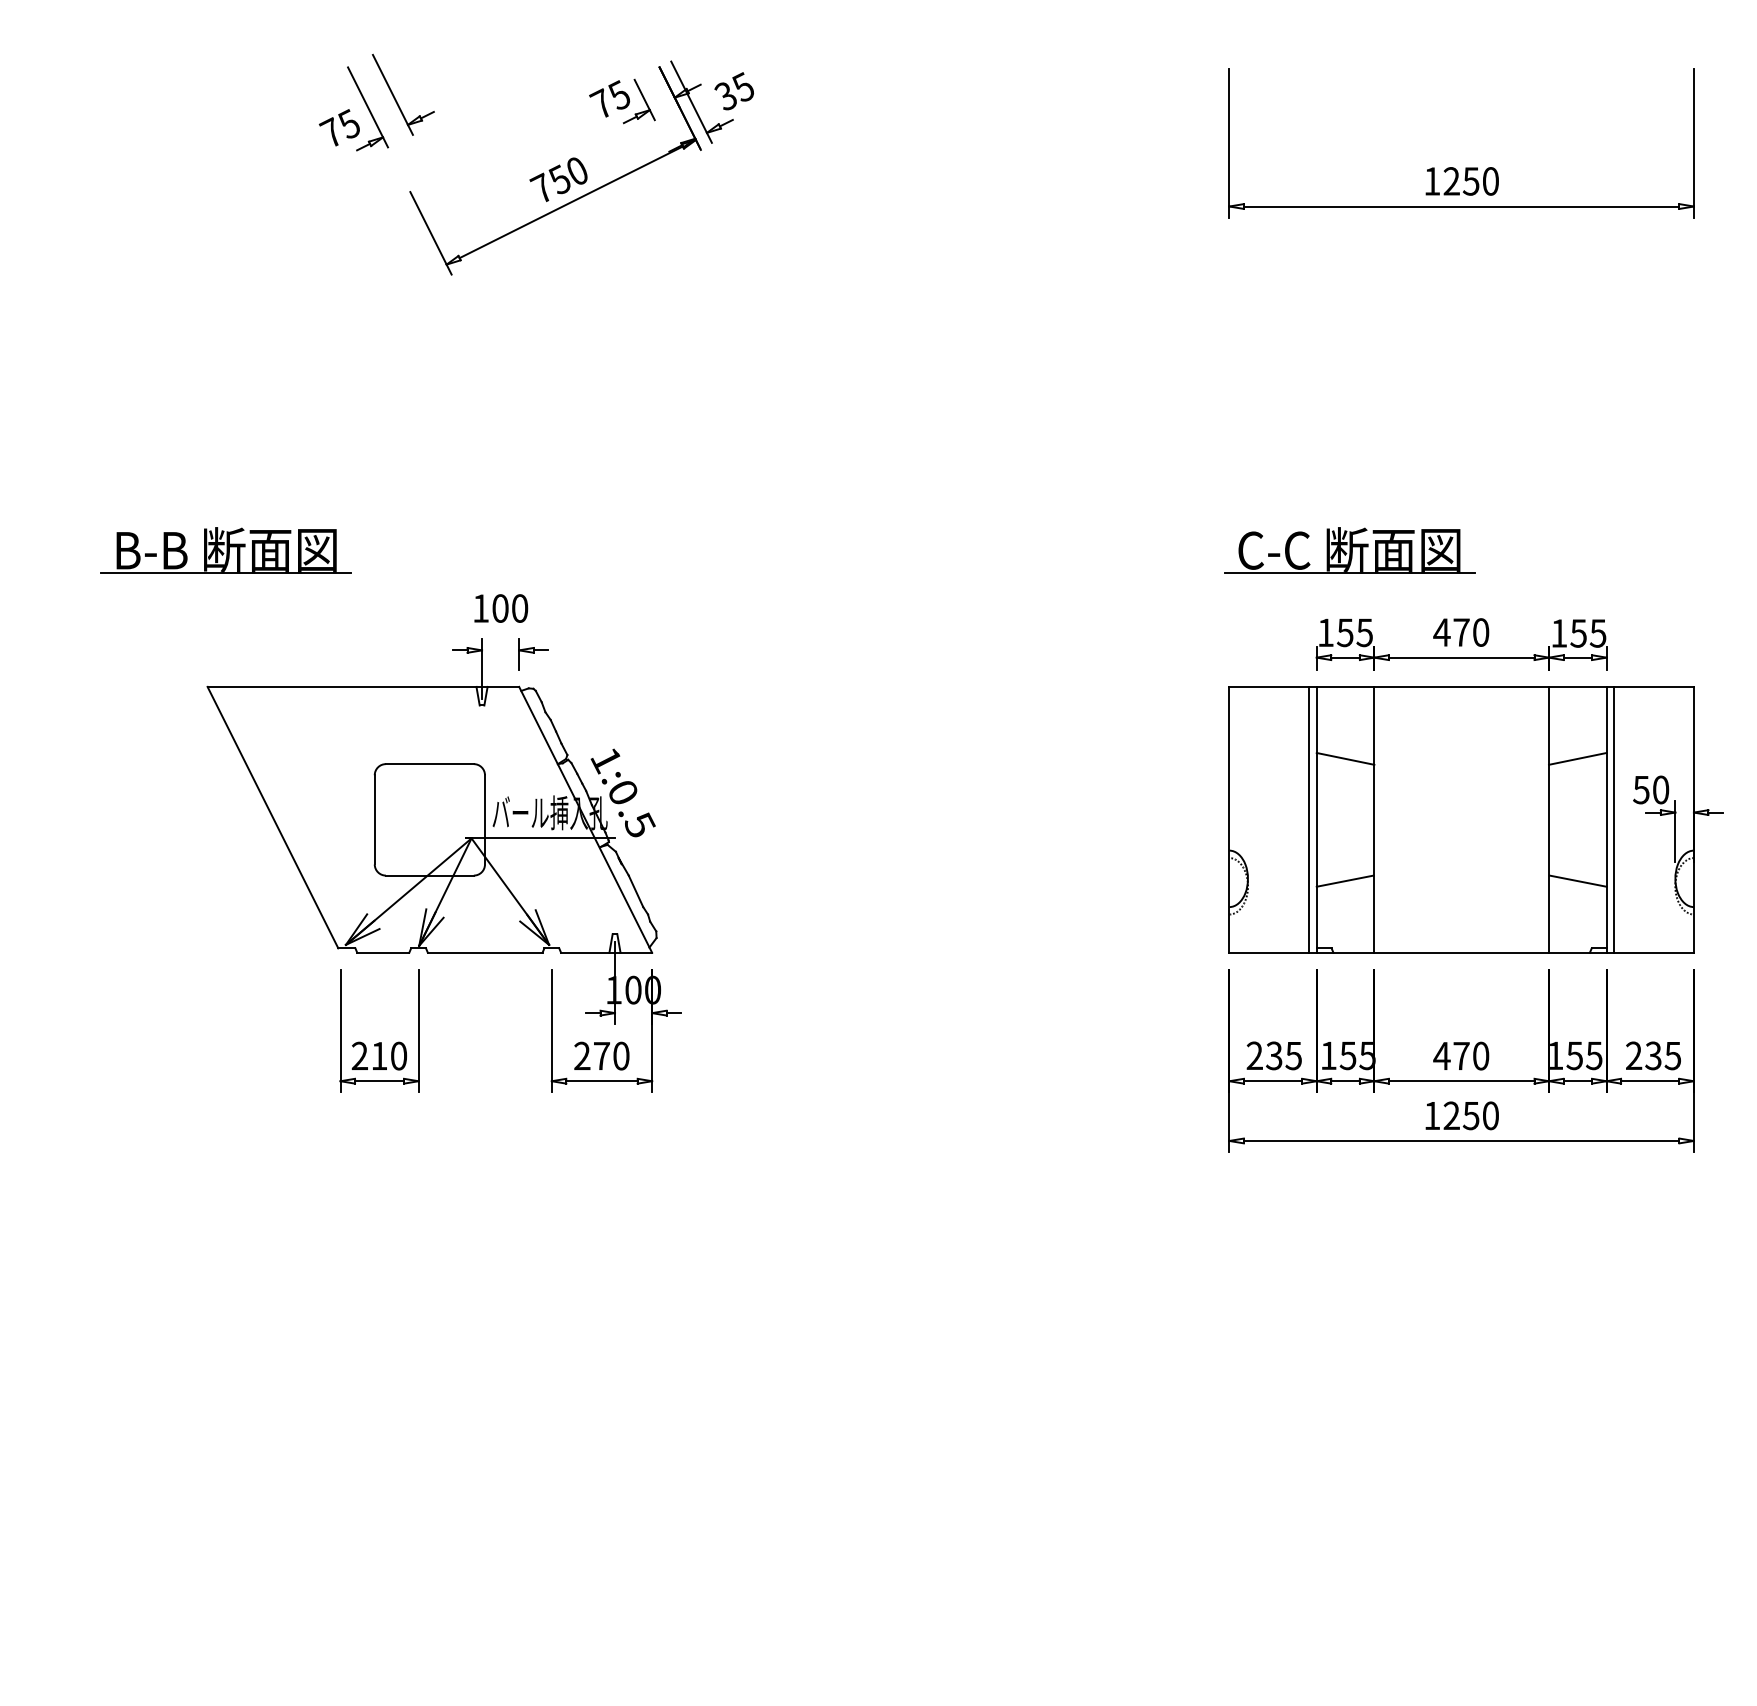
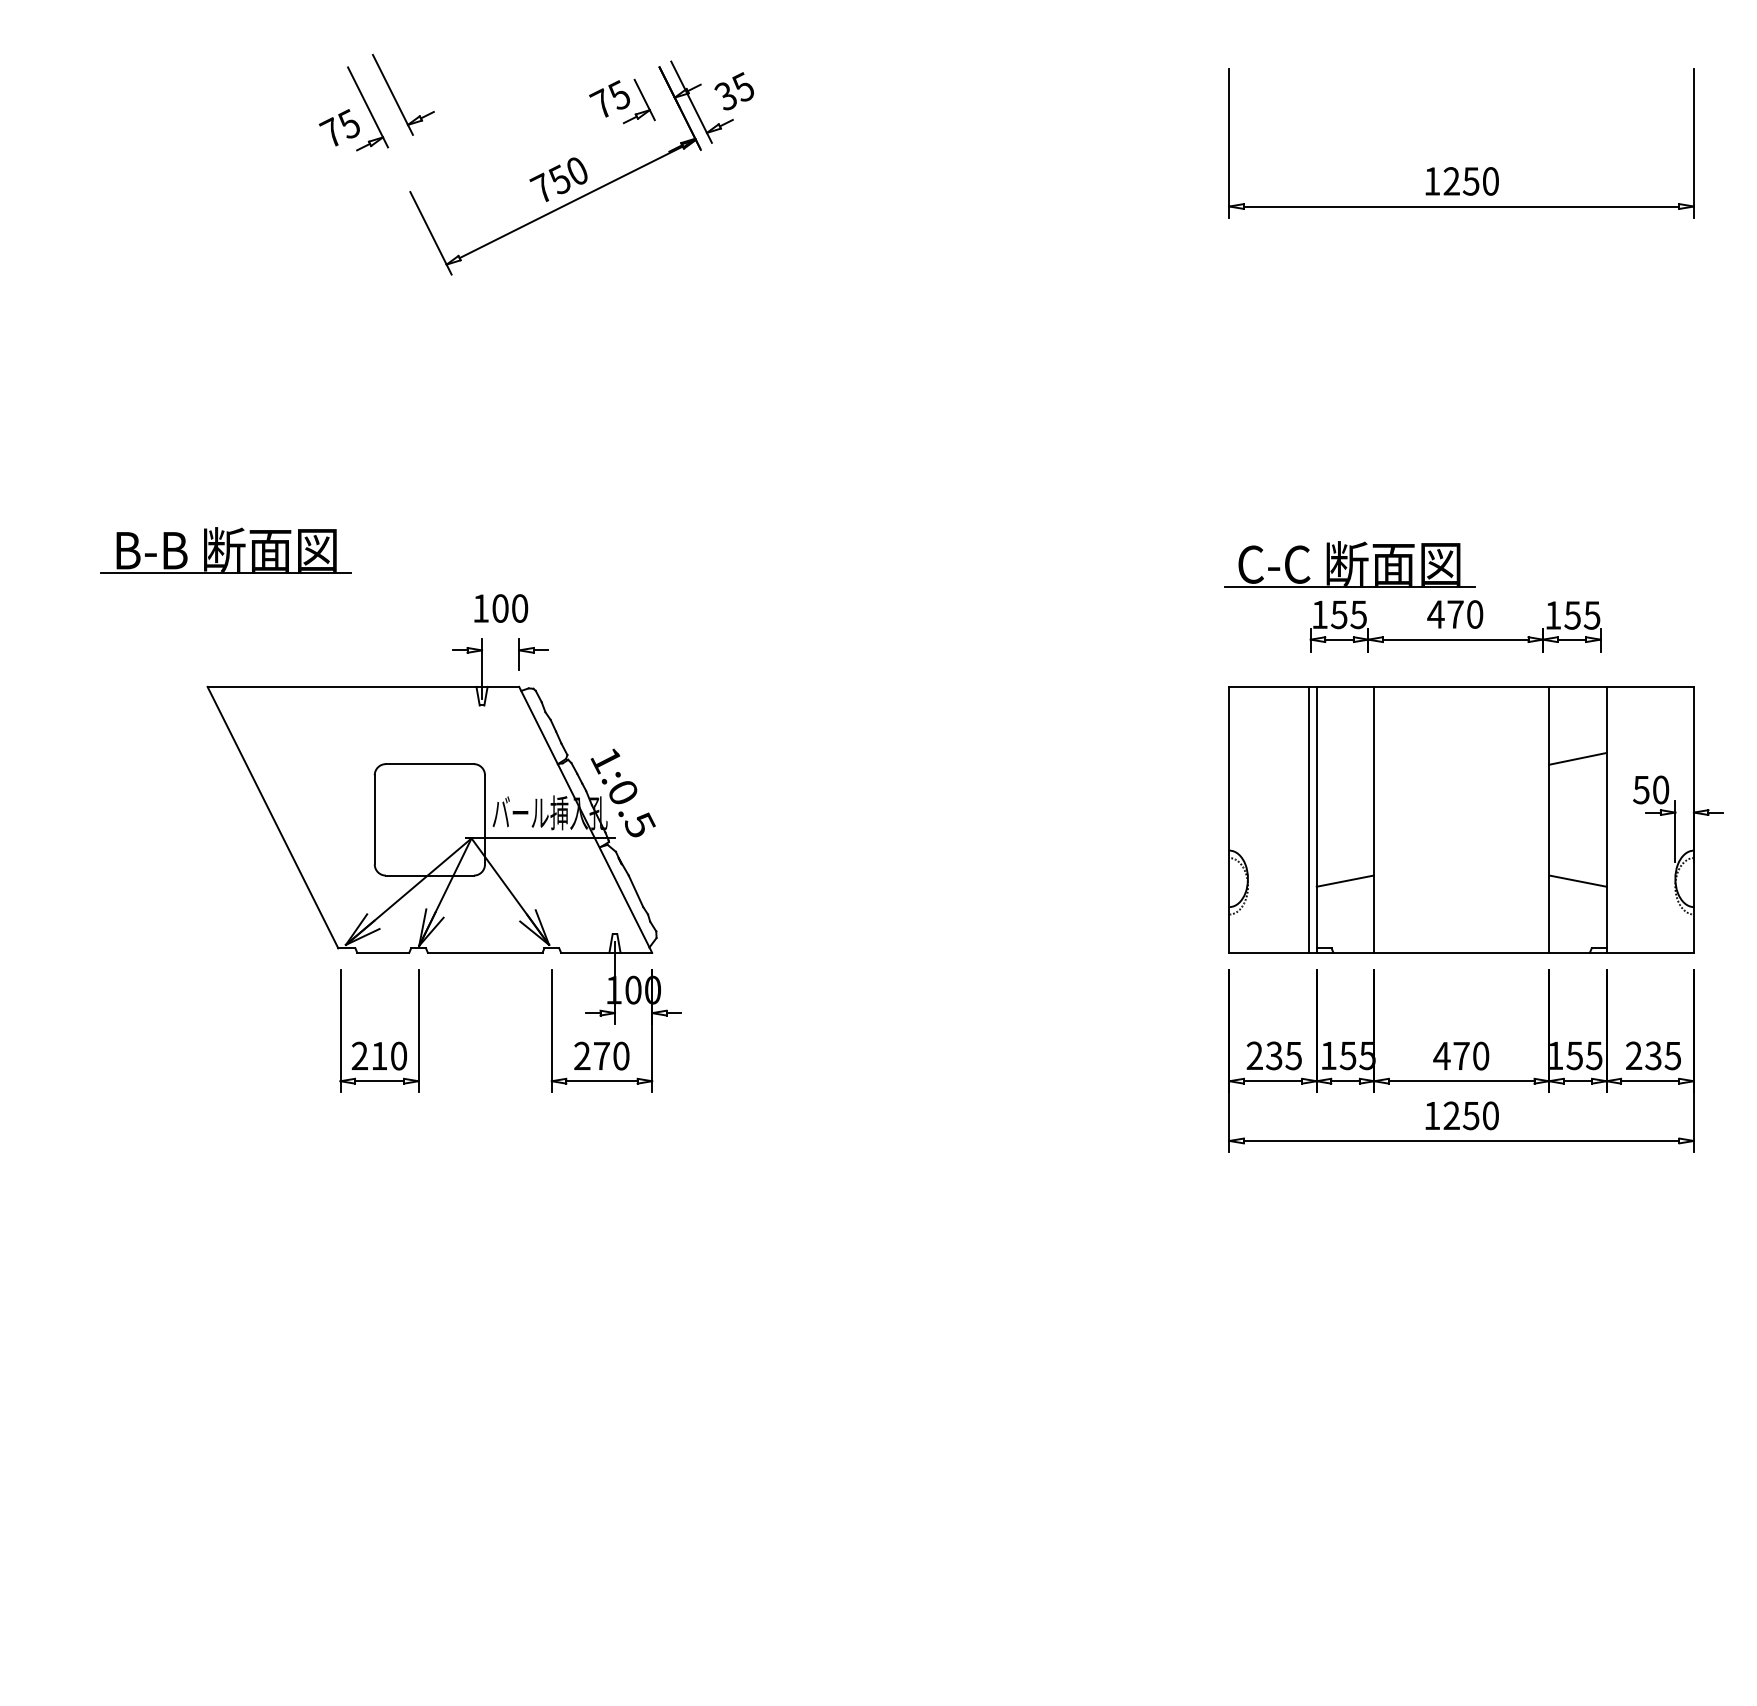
part at (1349, 550) position: (1349, 550) -> (1349, 564)
part at (1461, 644) position: (1461, 644) -> (1455, 626)
line at (1345, 758): present -> none
line at (1614, 819): present -> none
